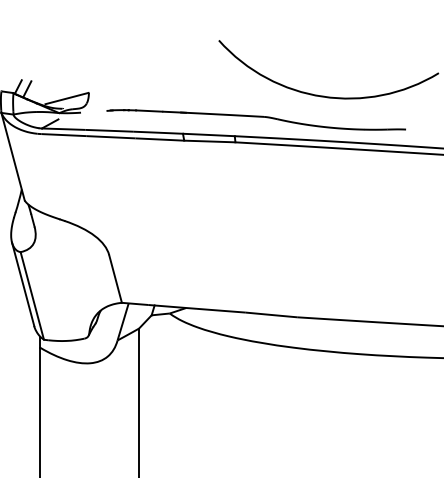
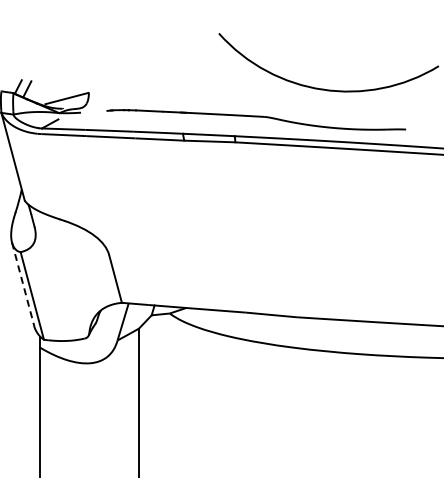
arc at (324, 95) position: (324, 95) -> (324, 88)
line at (23, 284): solid -> dashed
